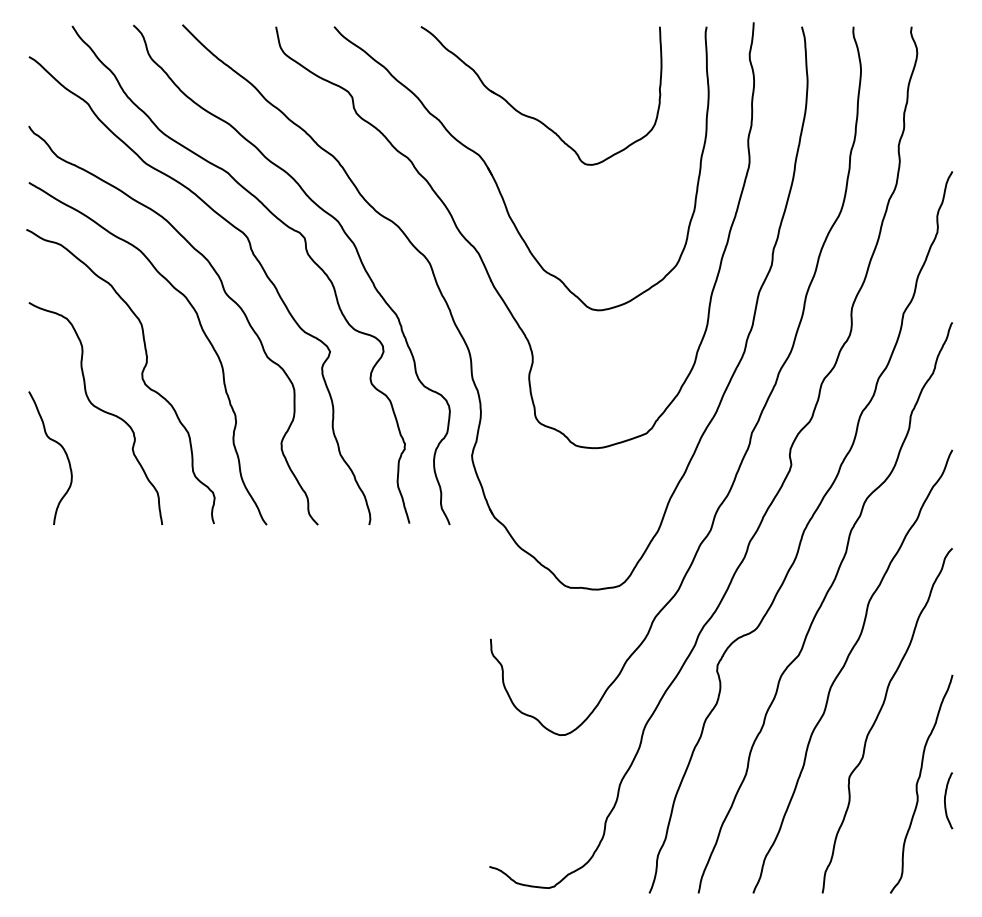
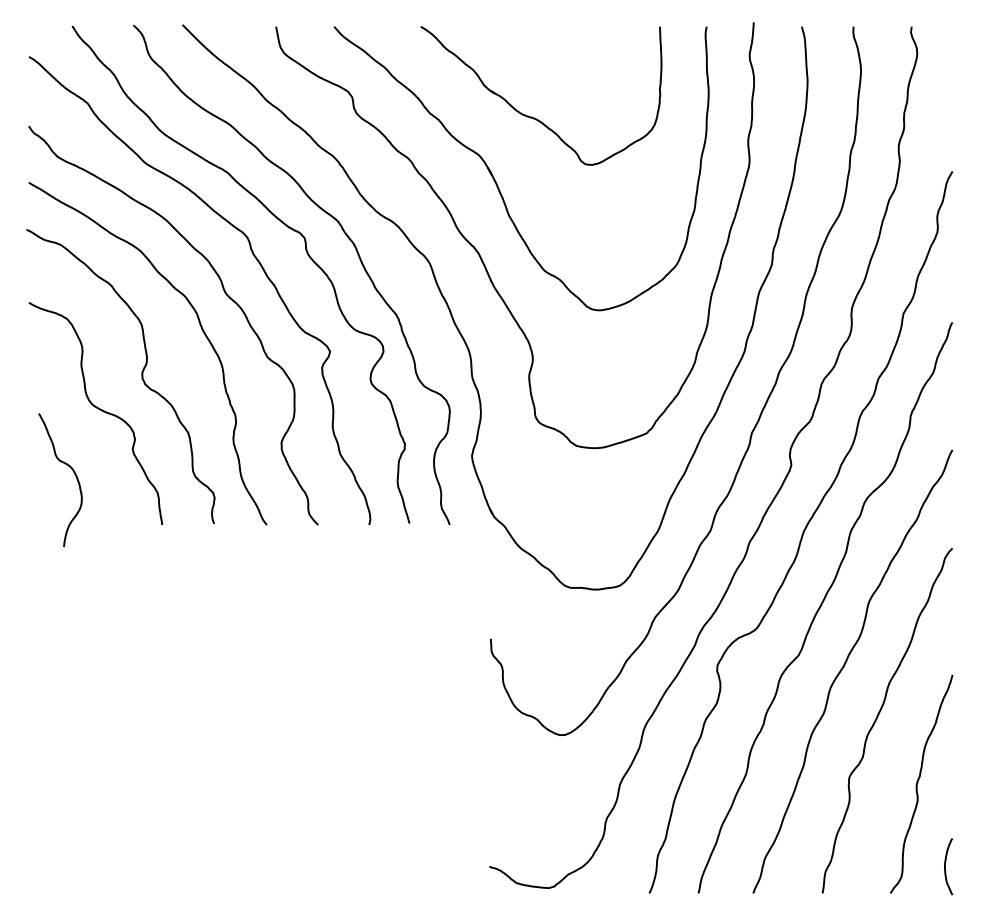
curve at (64, 452) position: (64, 452) -> (74, 474)
curve at (945, 800) position: (945, 800) -> (945, 866)
